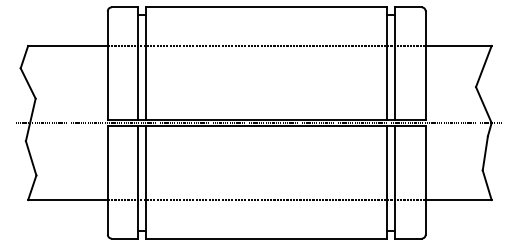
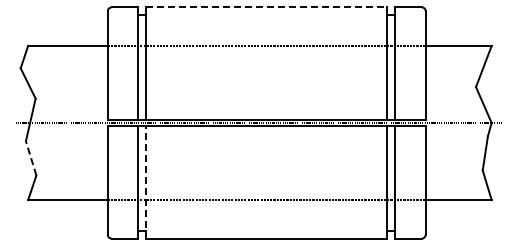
line at (267, 7): solid -> dashed
line at (31, 158): solid -> dashed
line at (146, 181): solid -> dashed
